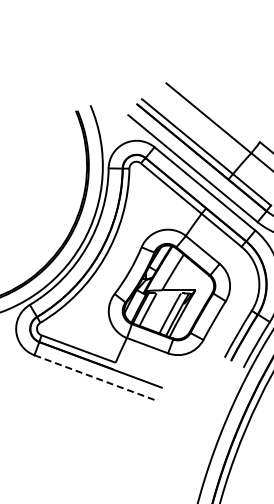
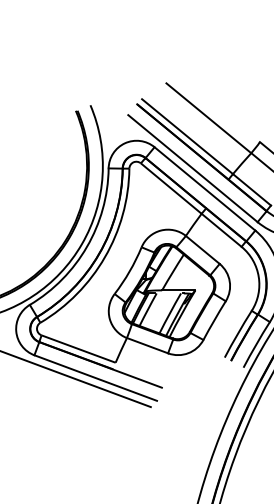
line at (96, 378): dashed -> solid
line at (76, 379): none -> present
